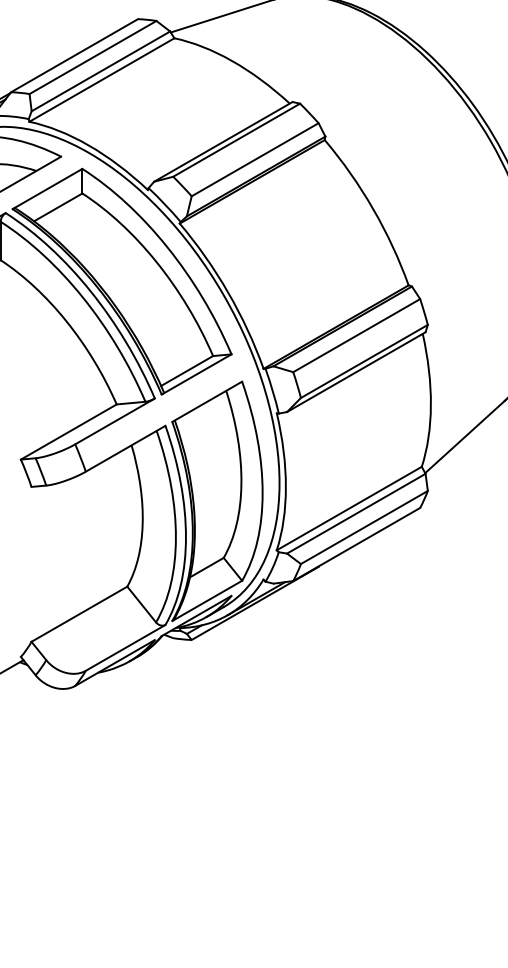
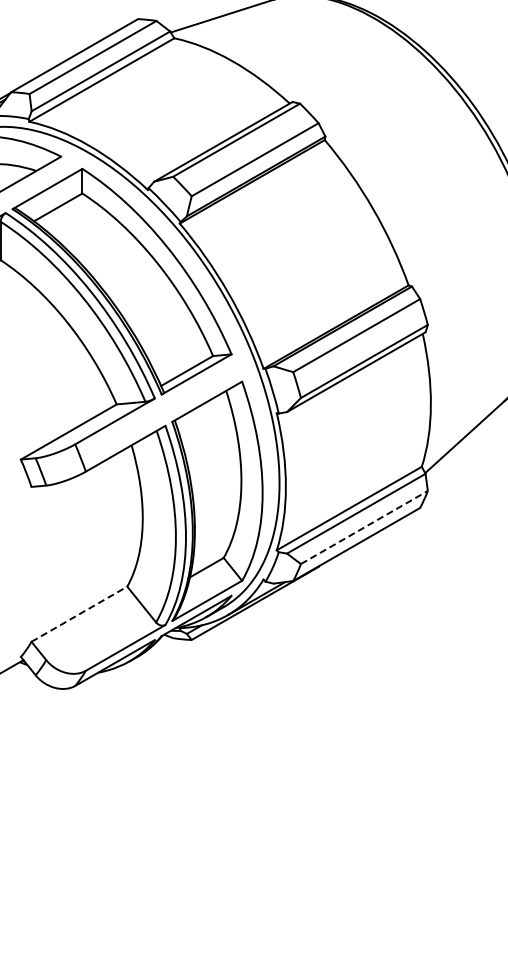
line at (364, 527): solid -> dashed
line at (79, 614): solid -> dashed
